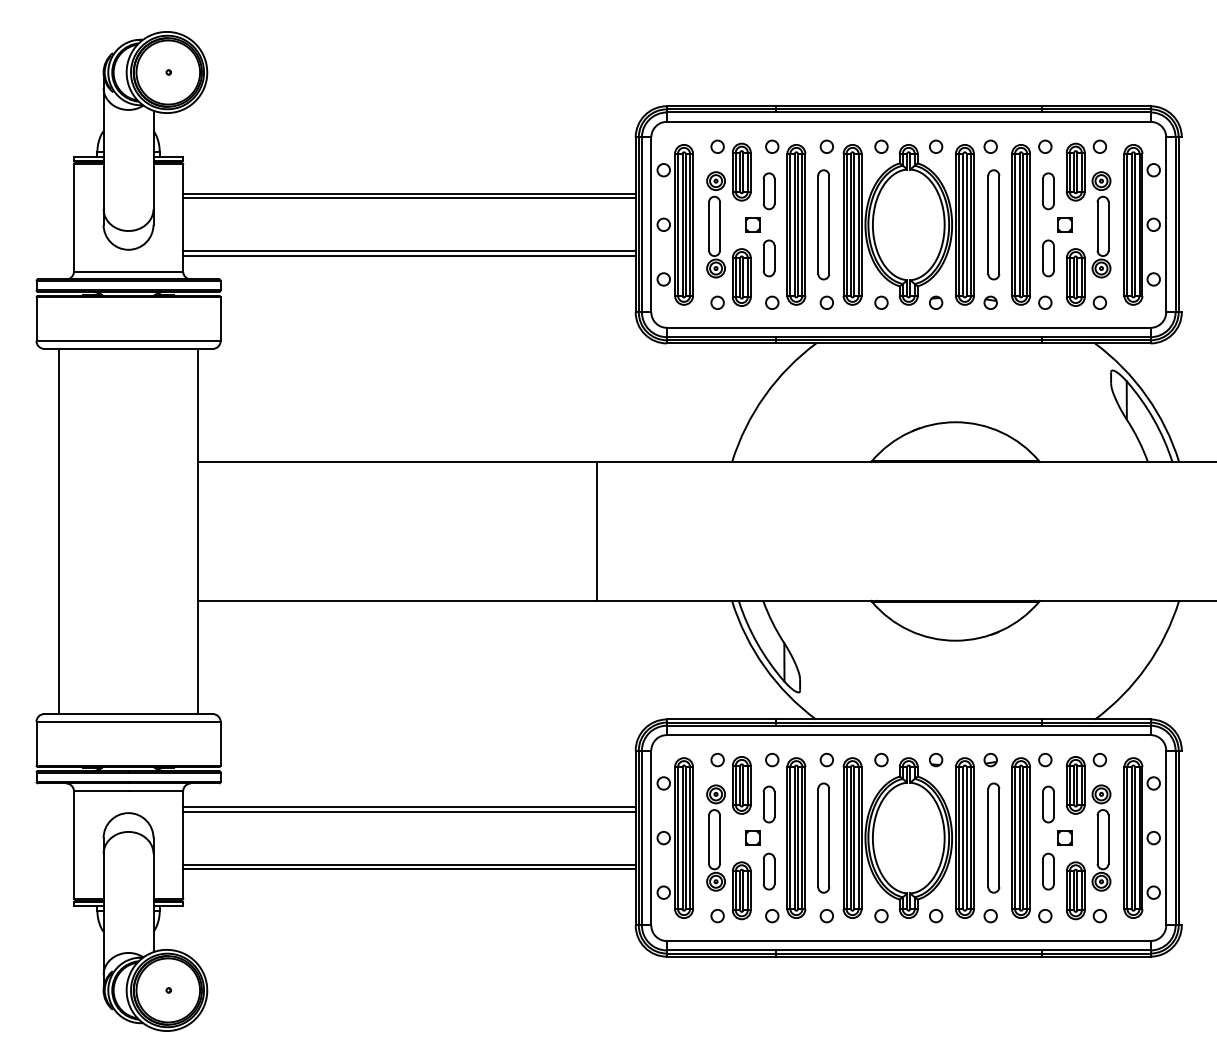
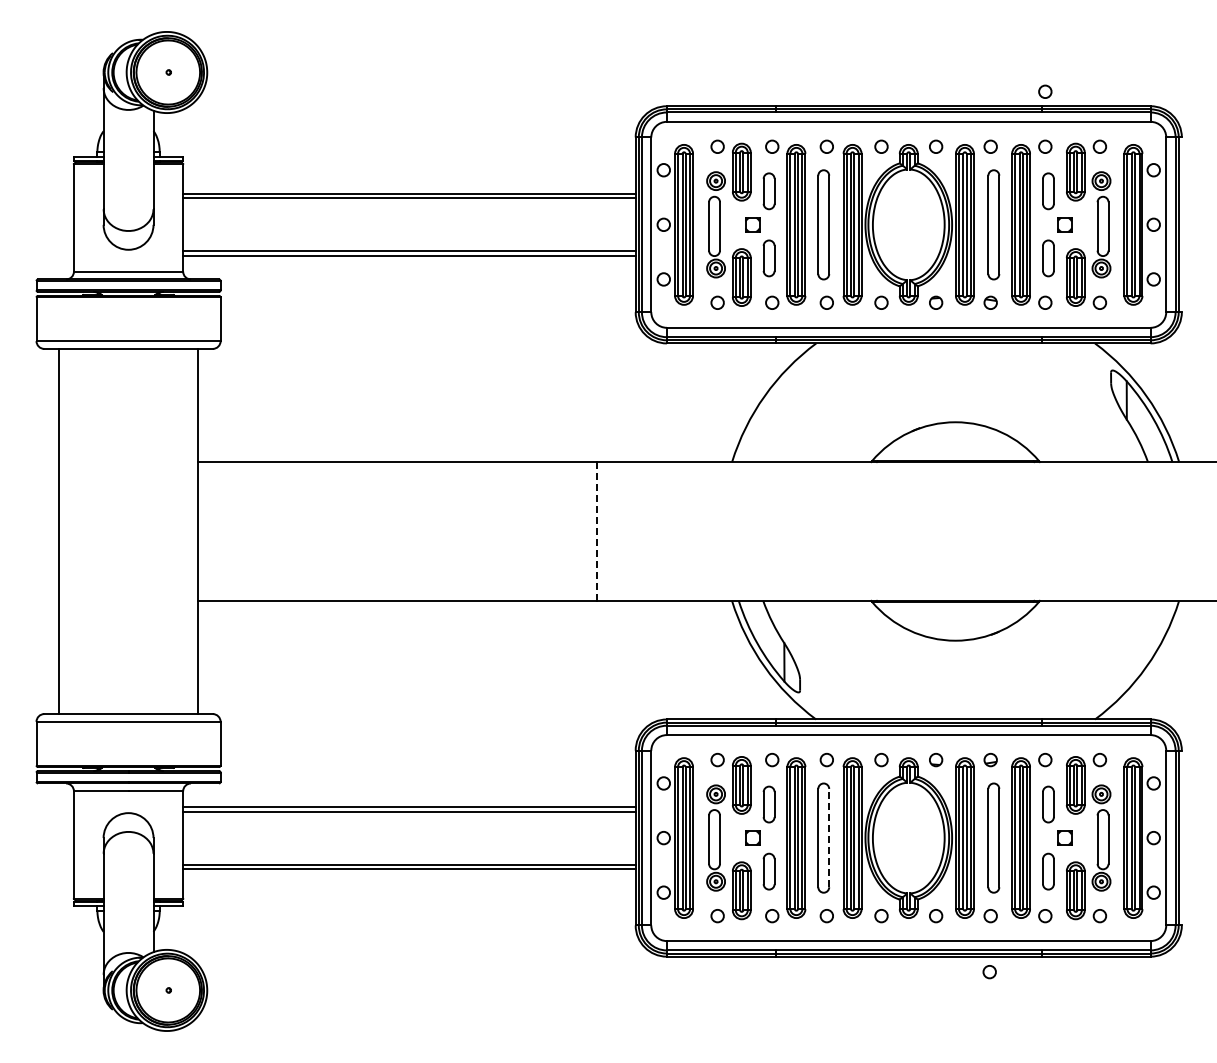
circle at (1045, 91): none -> present
line at (596, 530): solid -> dashed
line at (829, 837): solid -> dashed
circle at (989, 972): none -> present
